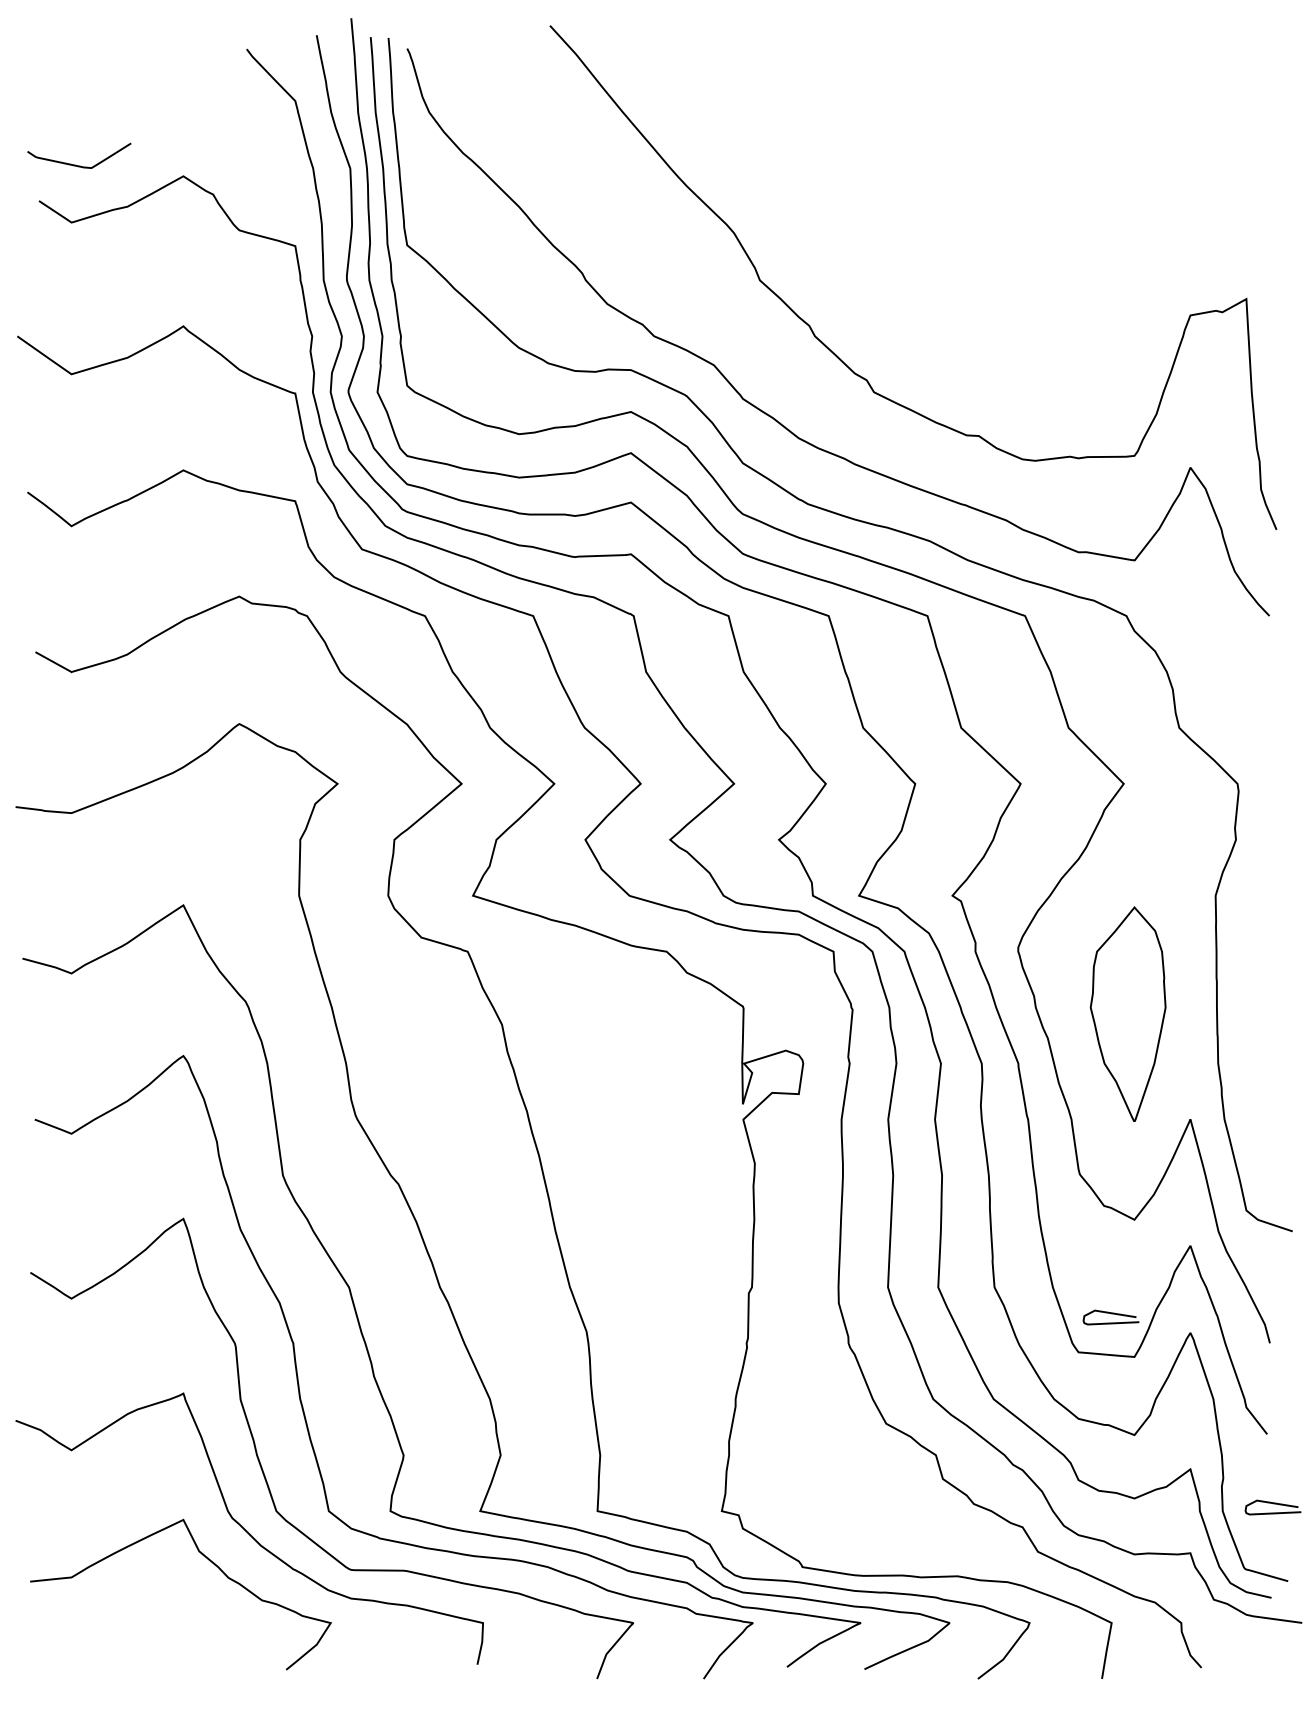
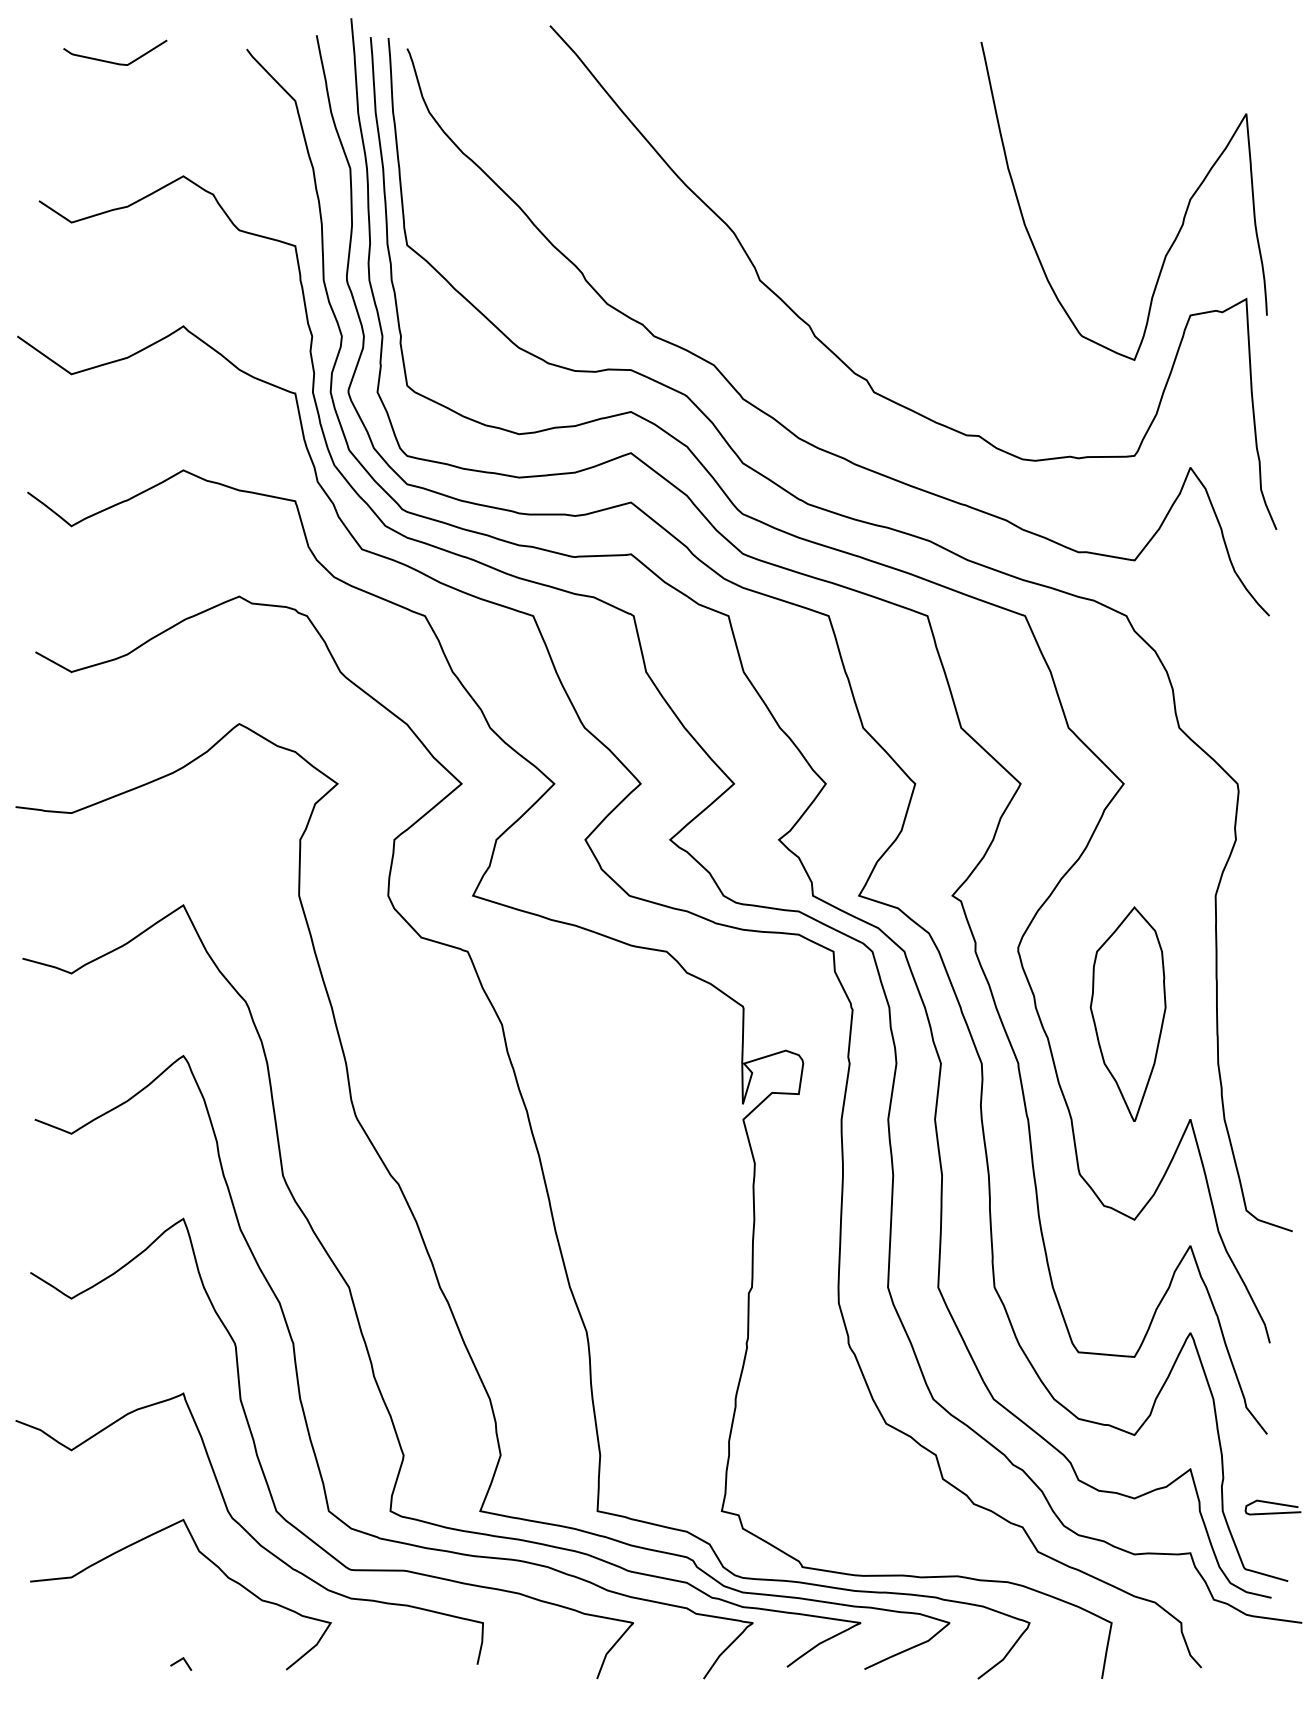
curve at (75, 164) position: (75, 164) -> (111, 61)
curve at (1183, 216): none -> present
curve at (1111, 1314): present -> none
line at (179, 1661): none -> present
